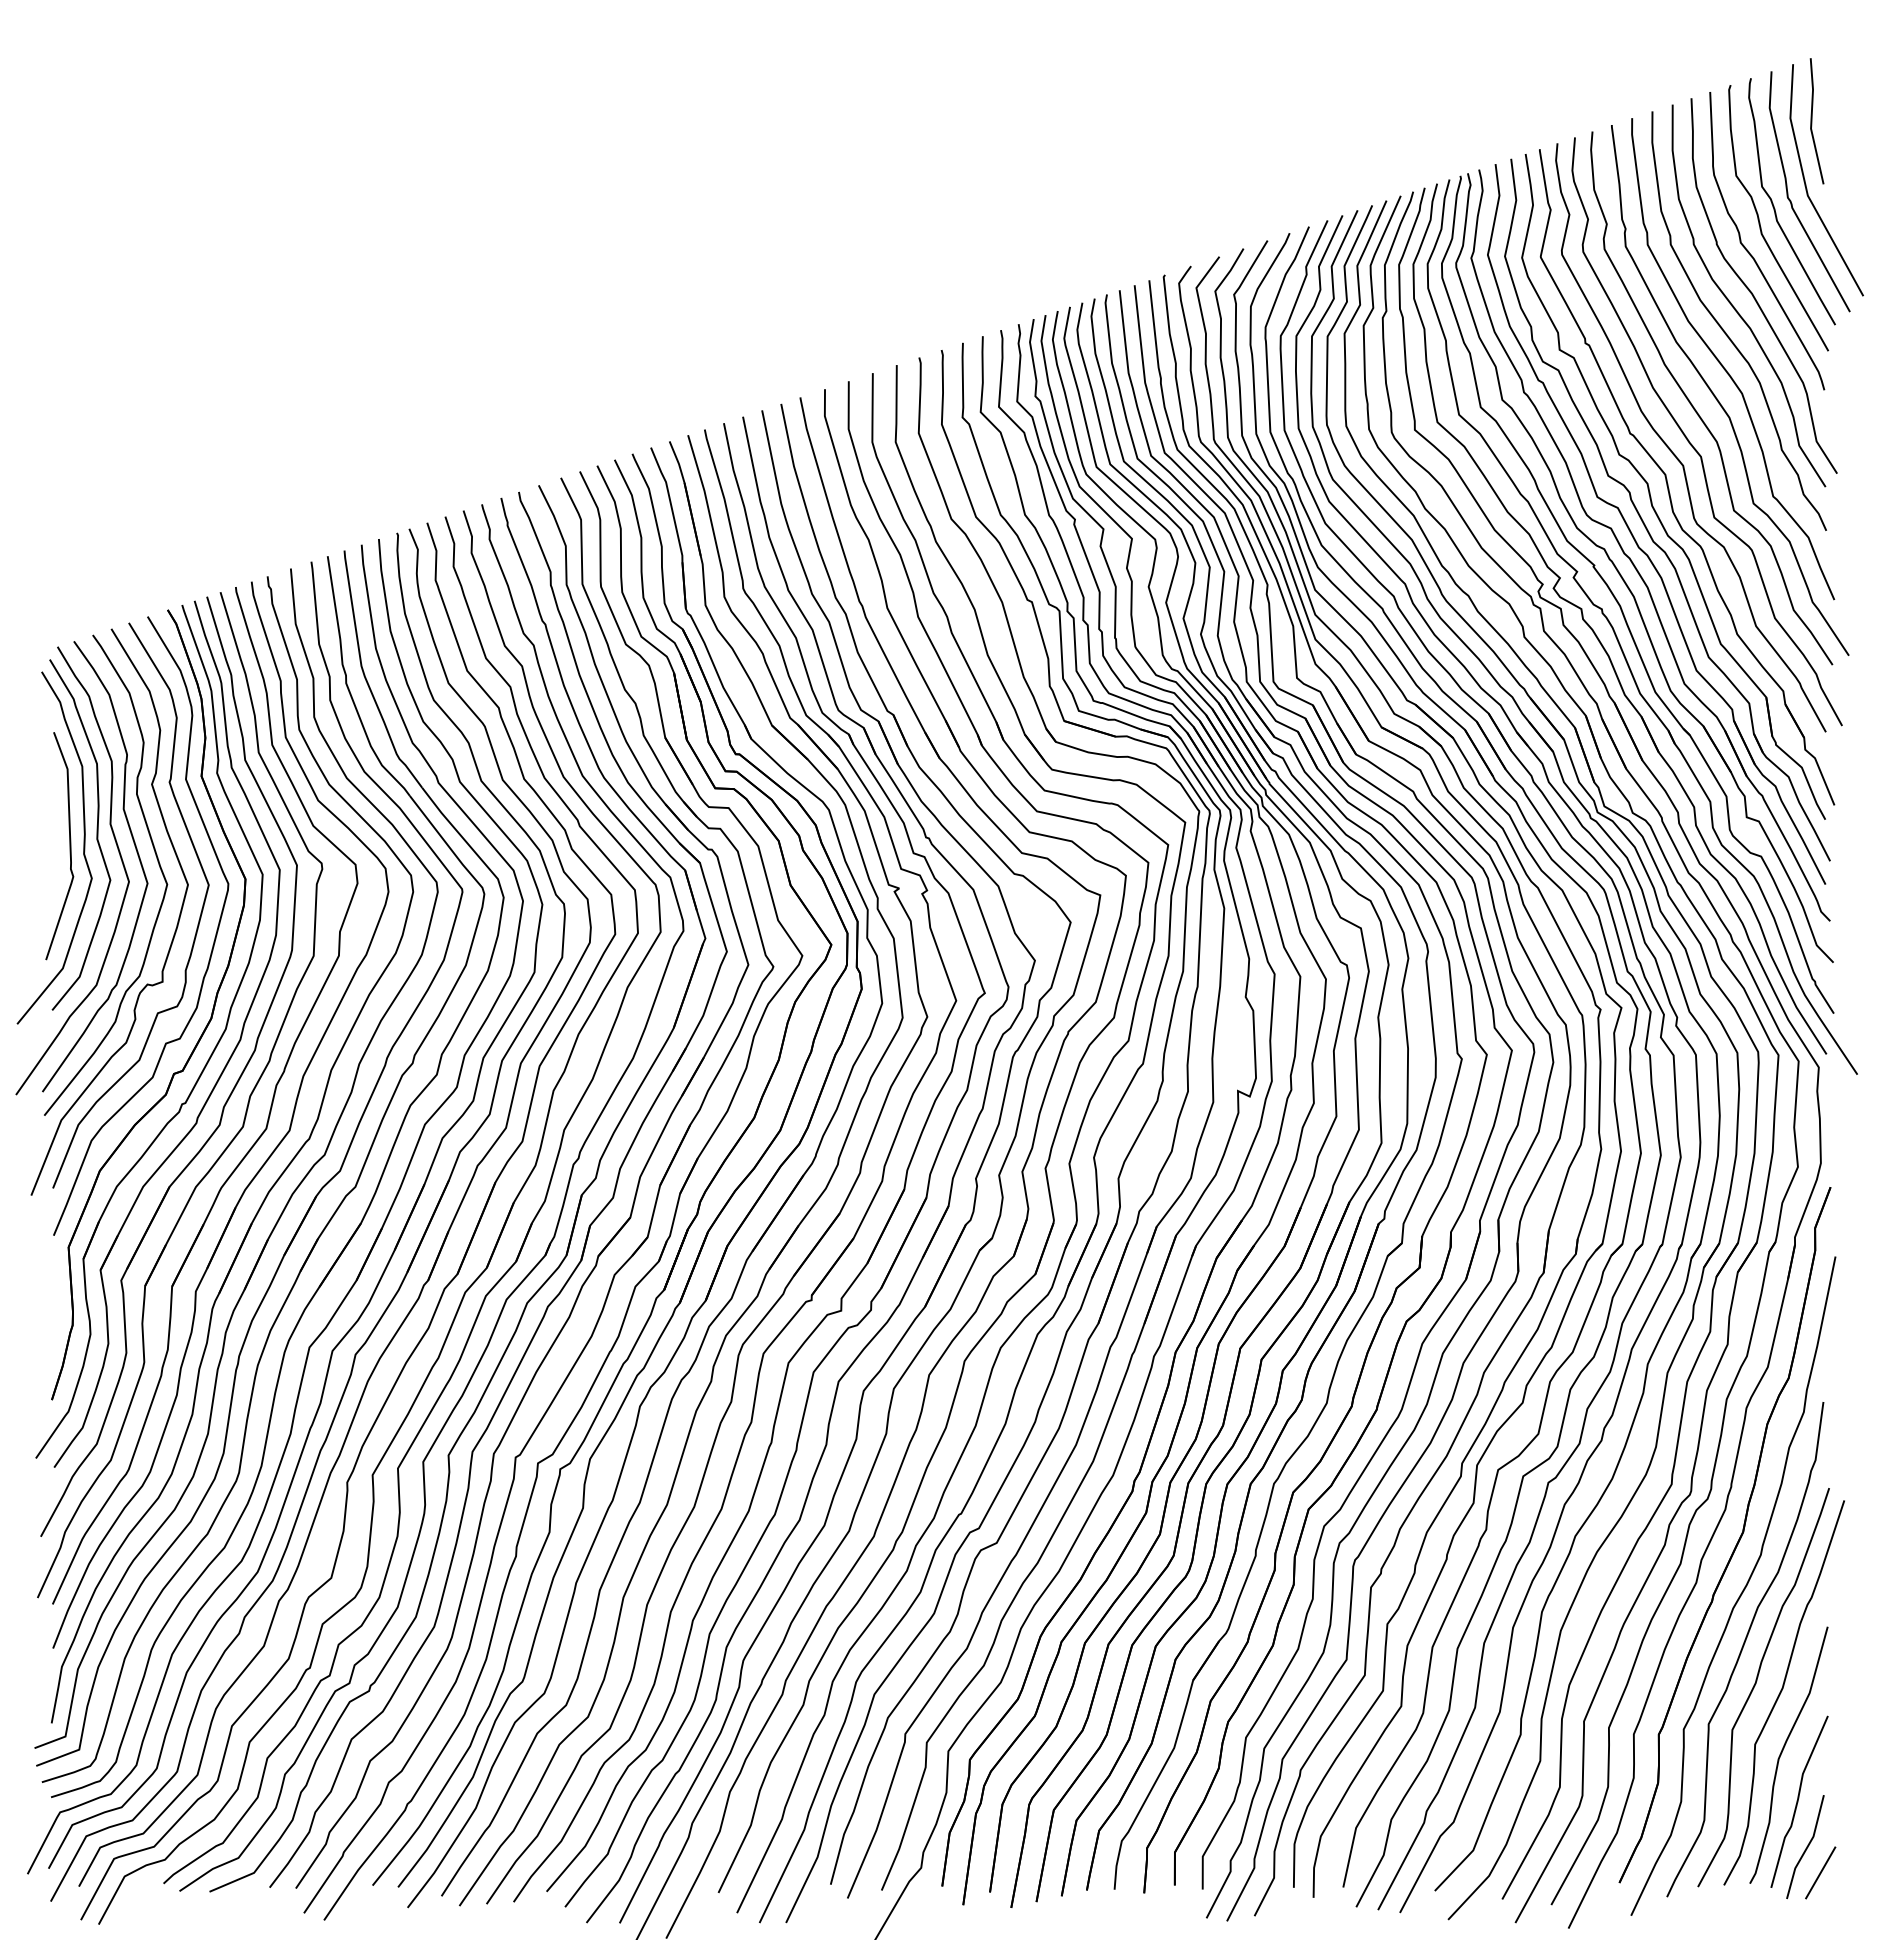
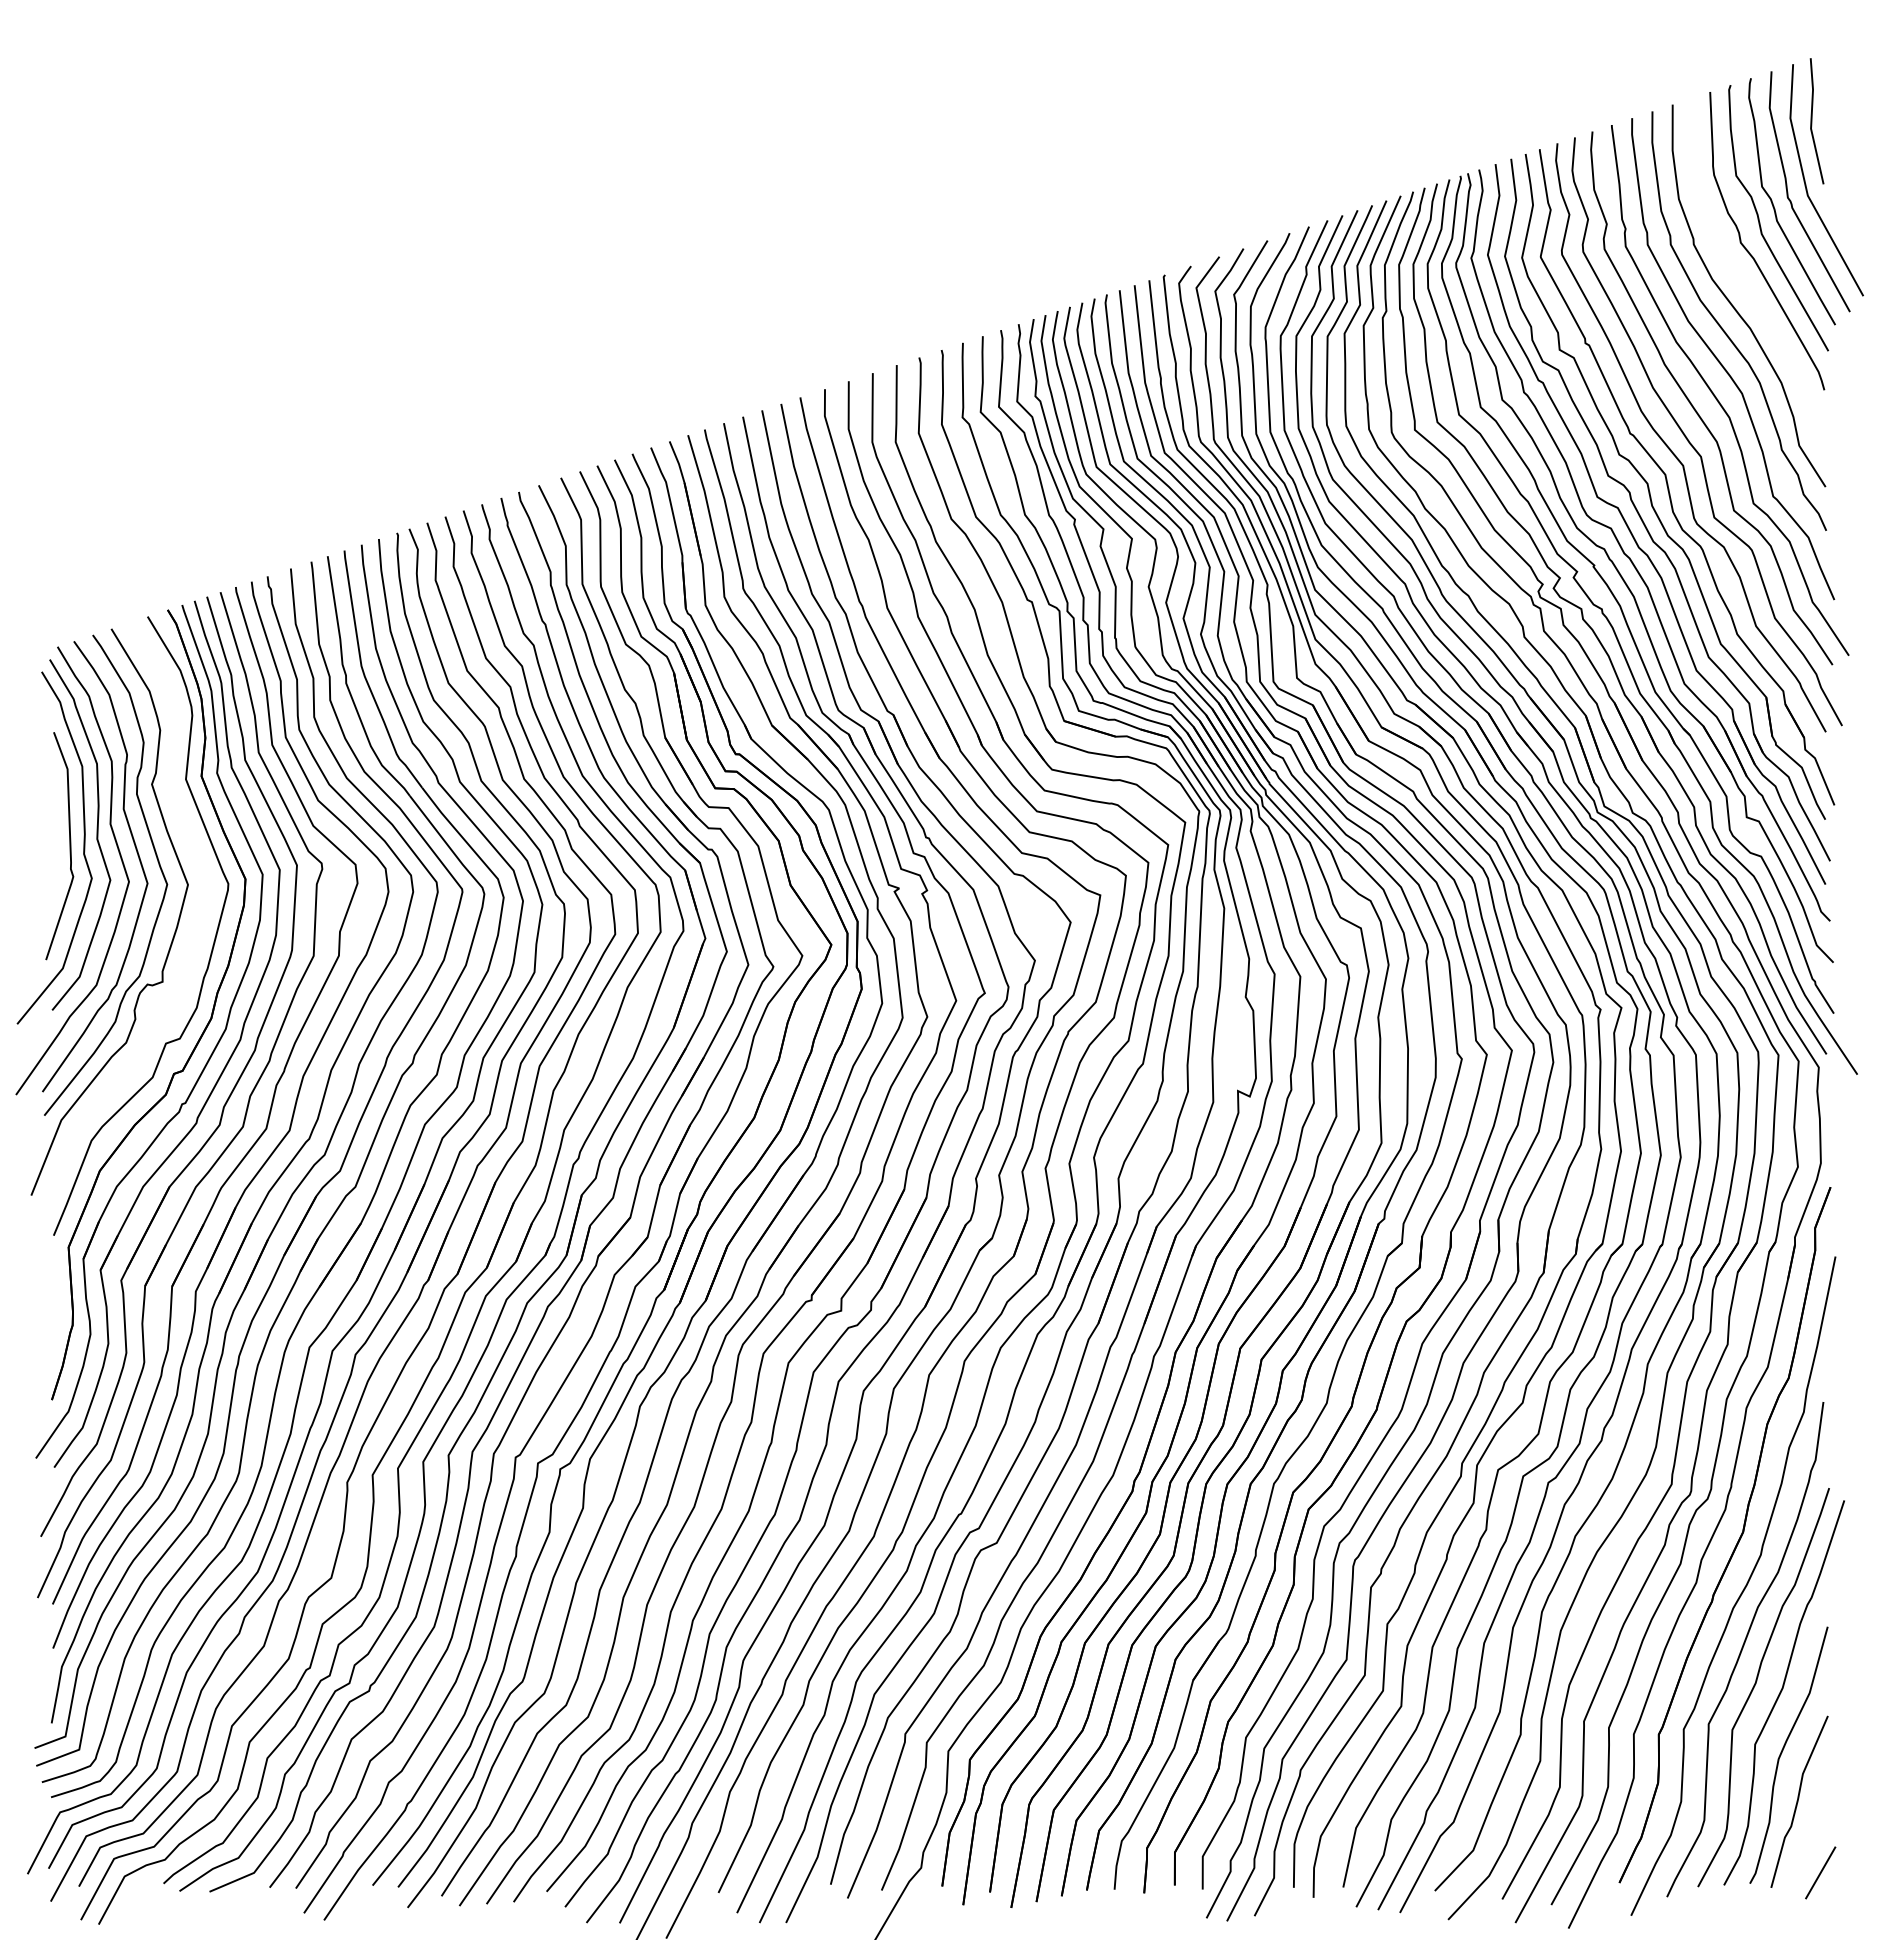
curve at (1752, 292): present -> none
curve at (196, 927): present -> none
line at (1806, 1847): present -> none
